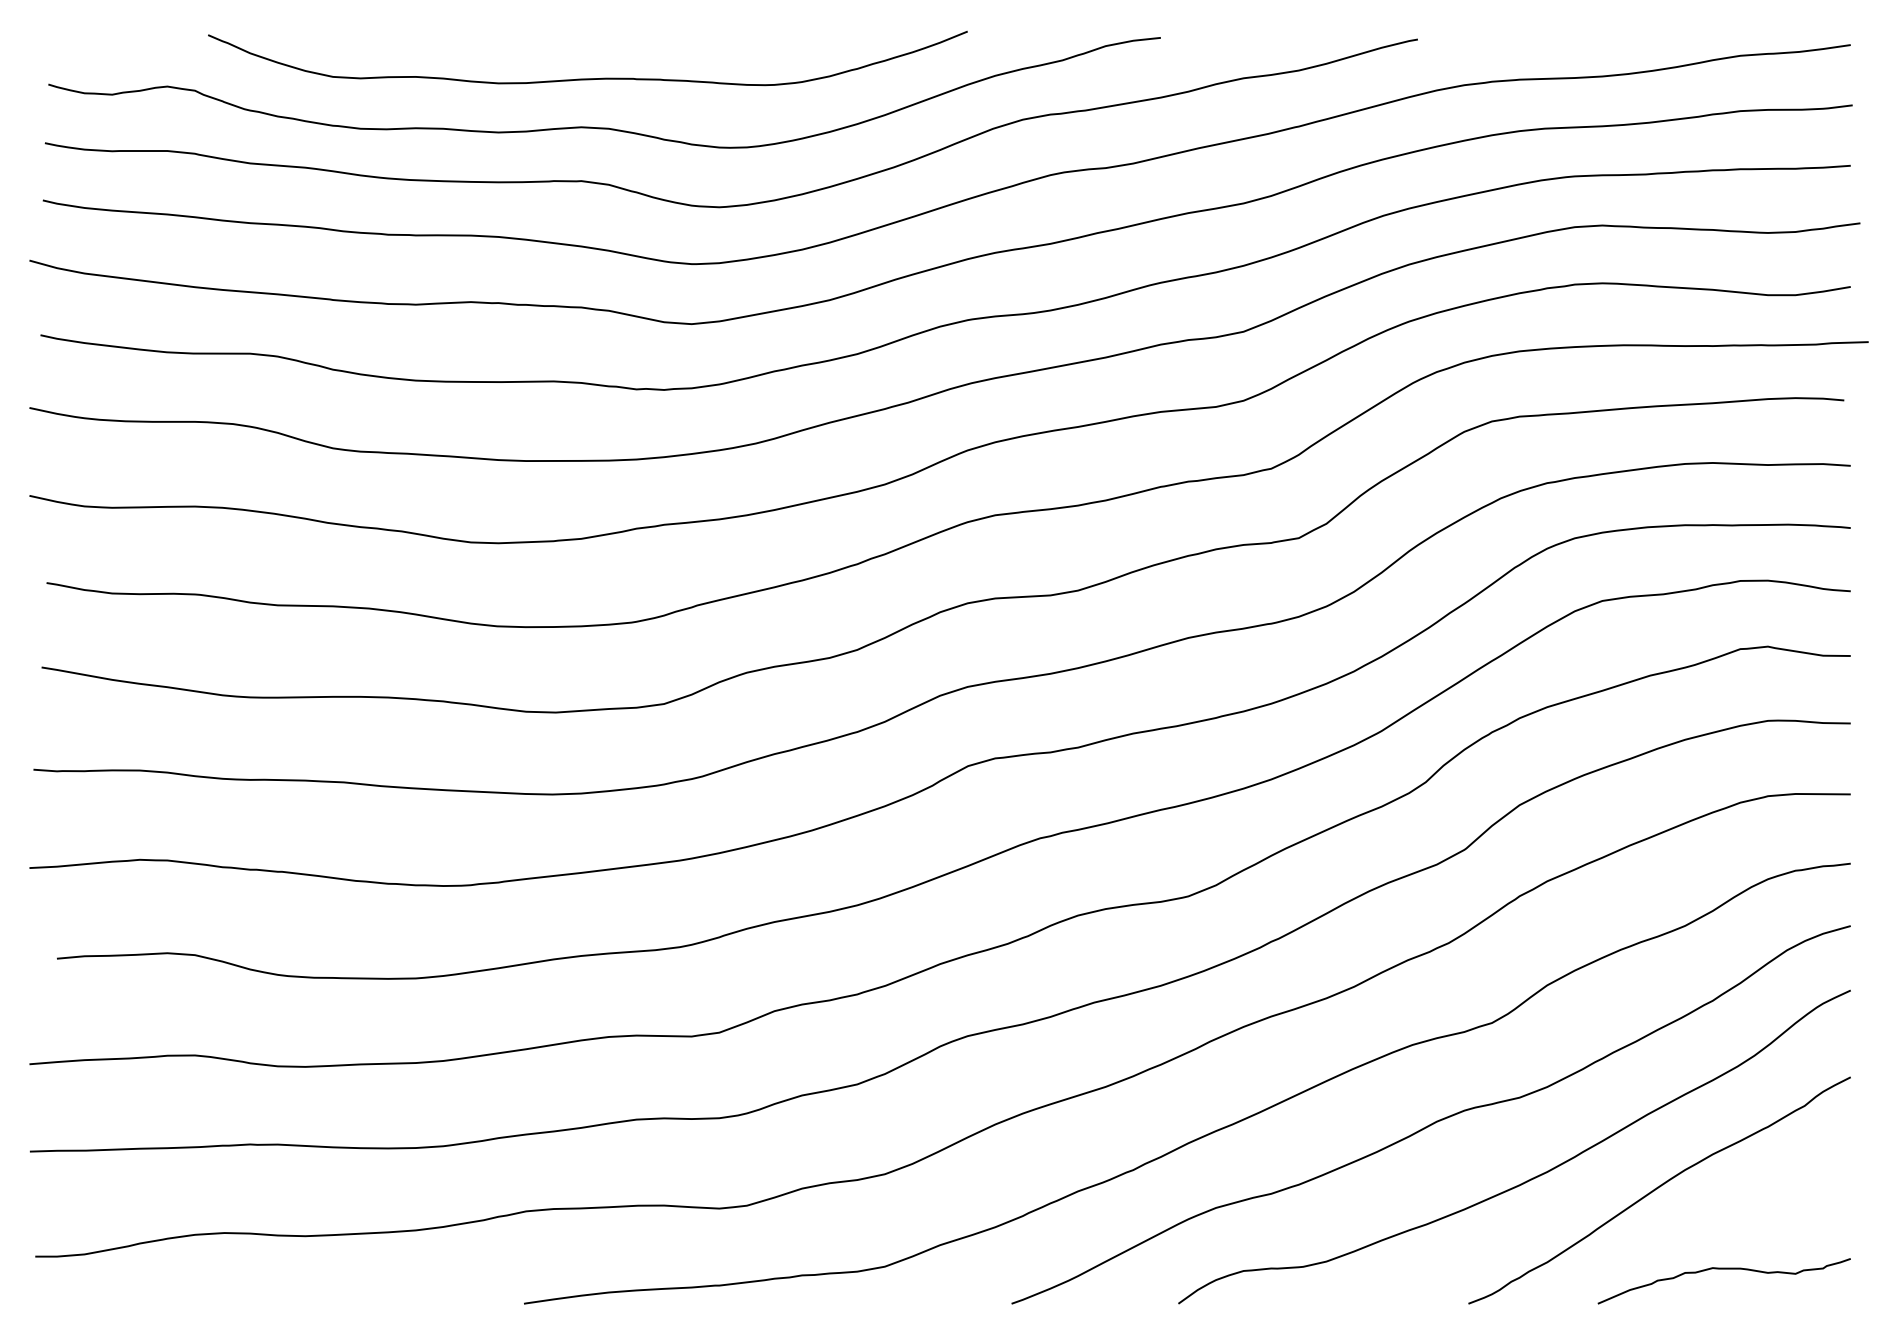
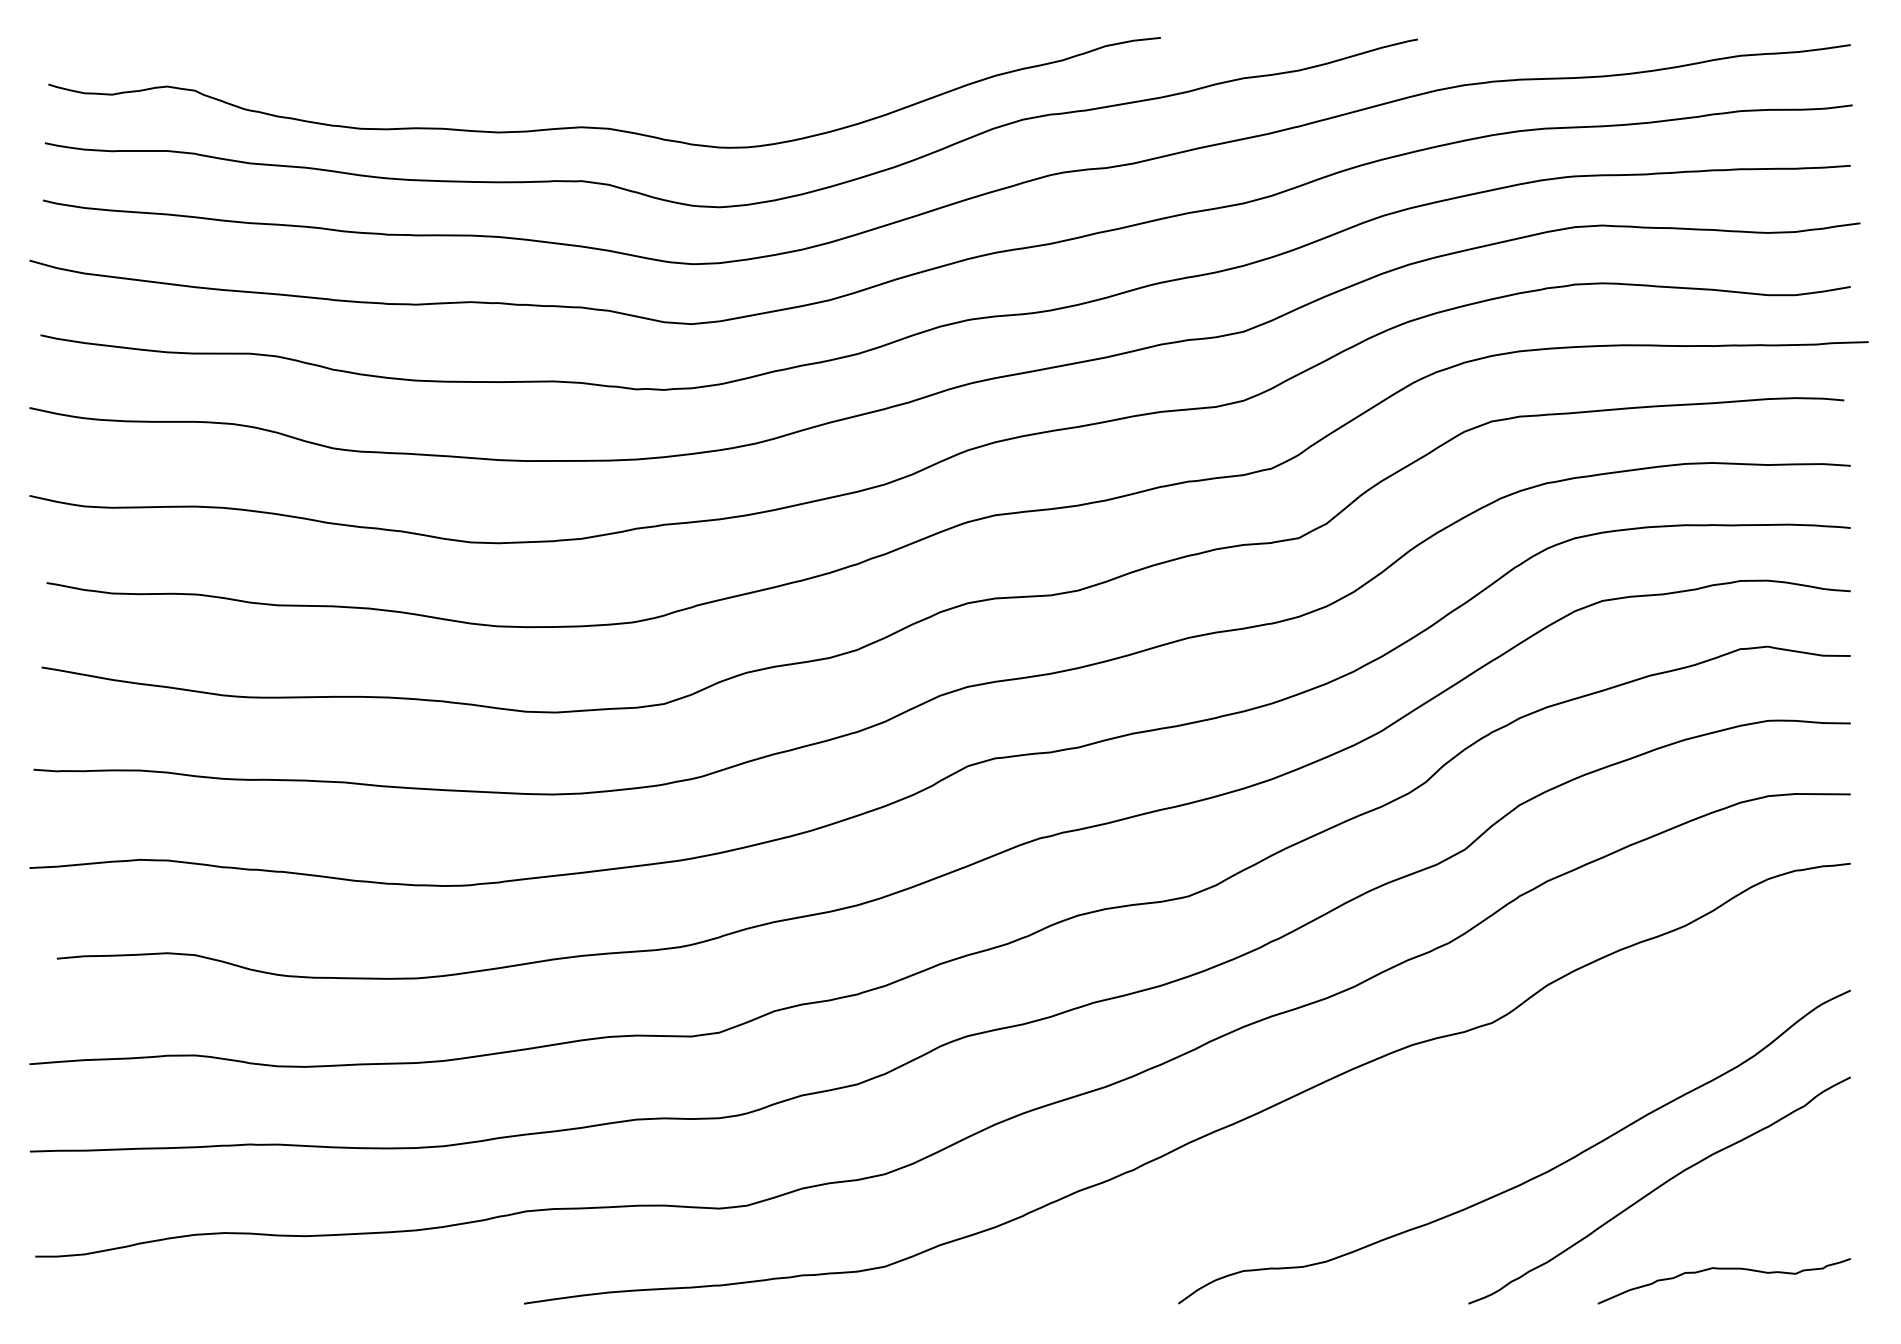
curve at (587, 78): present -> none
curve at (1434, 1121): present -> none
